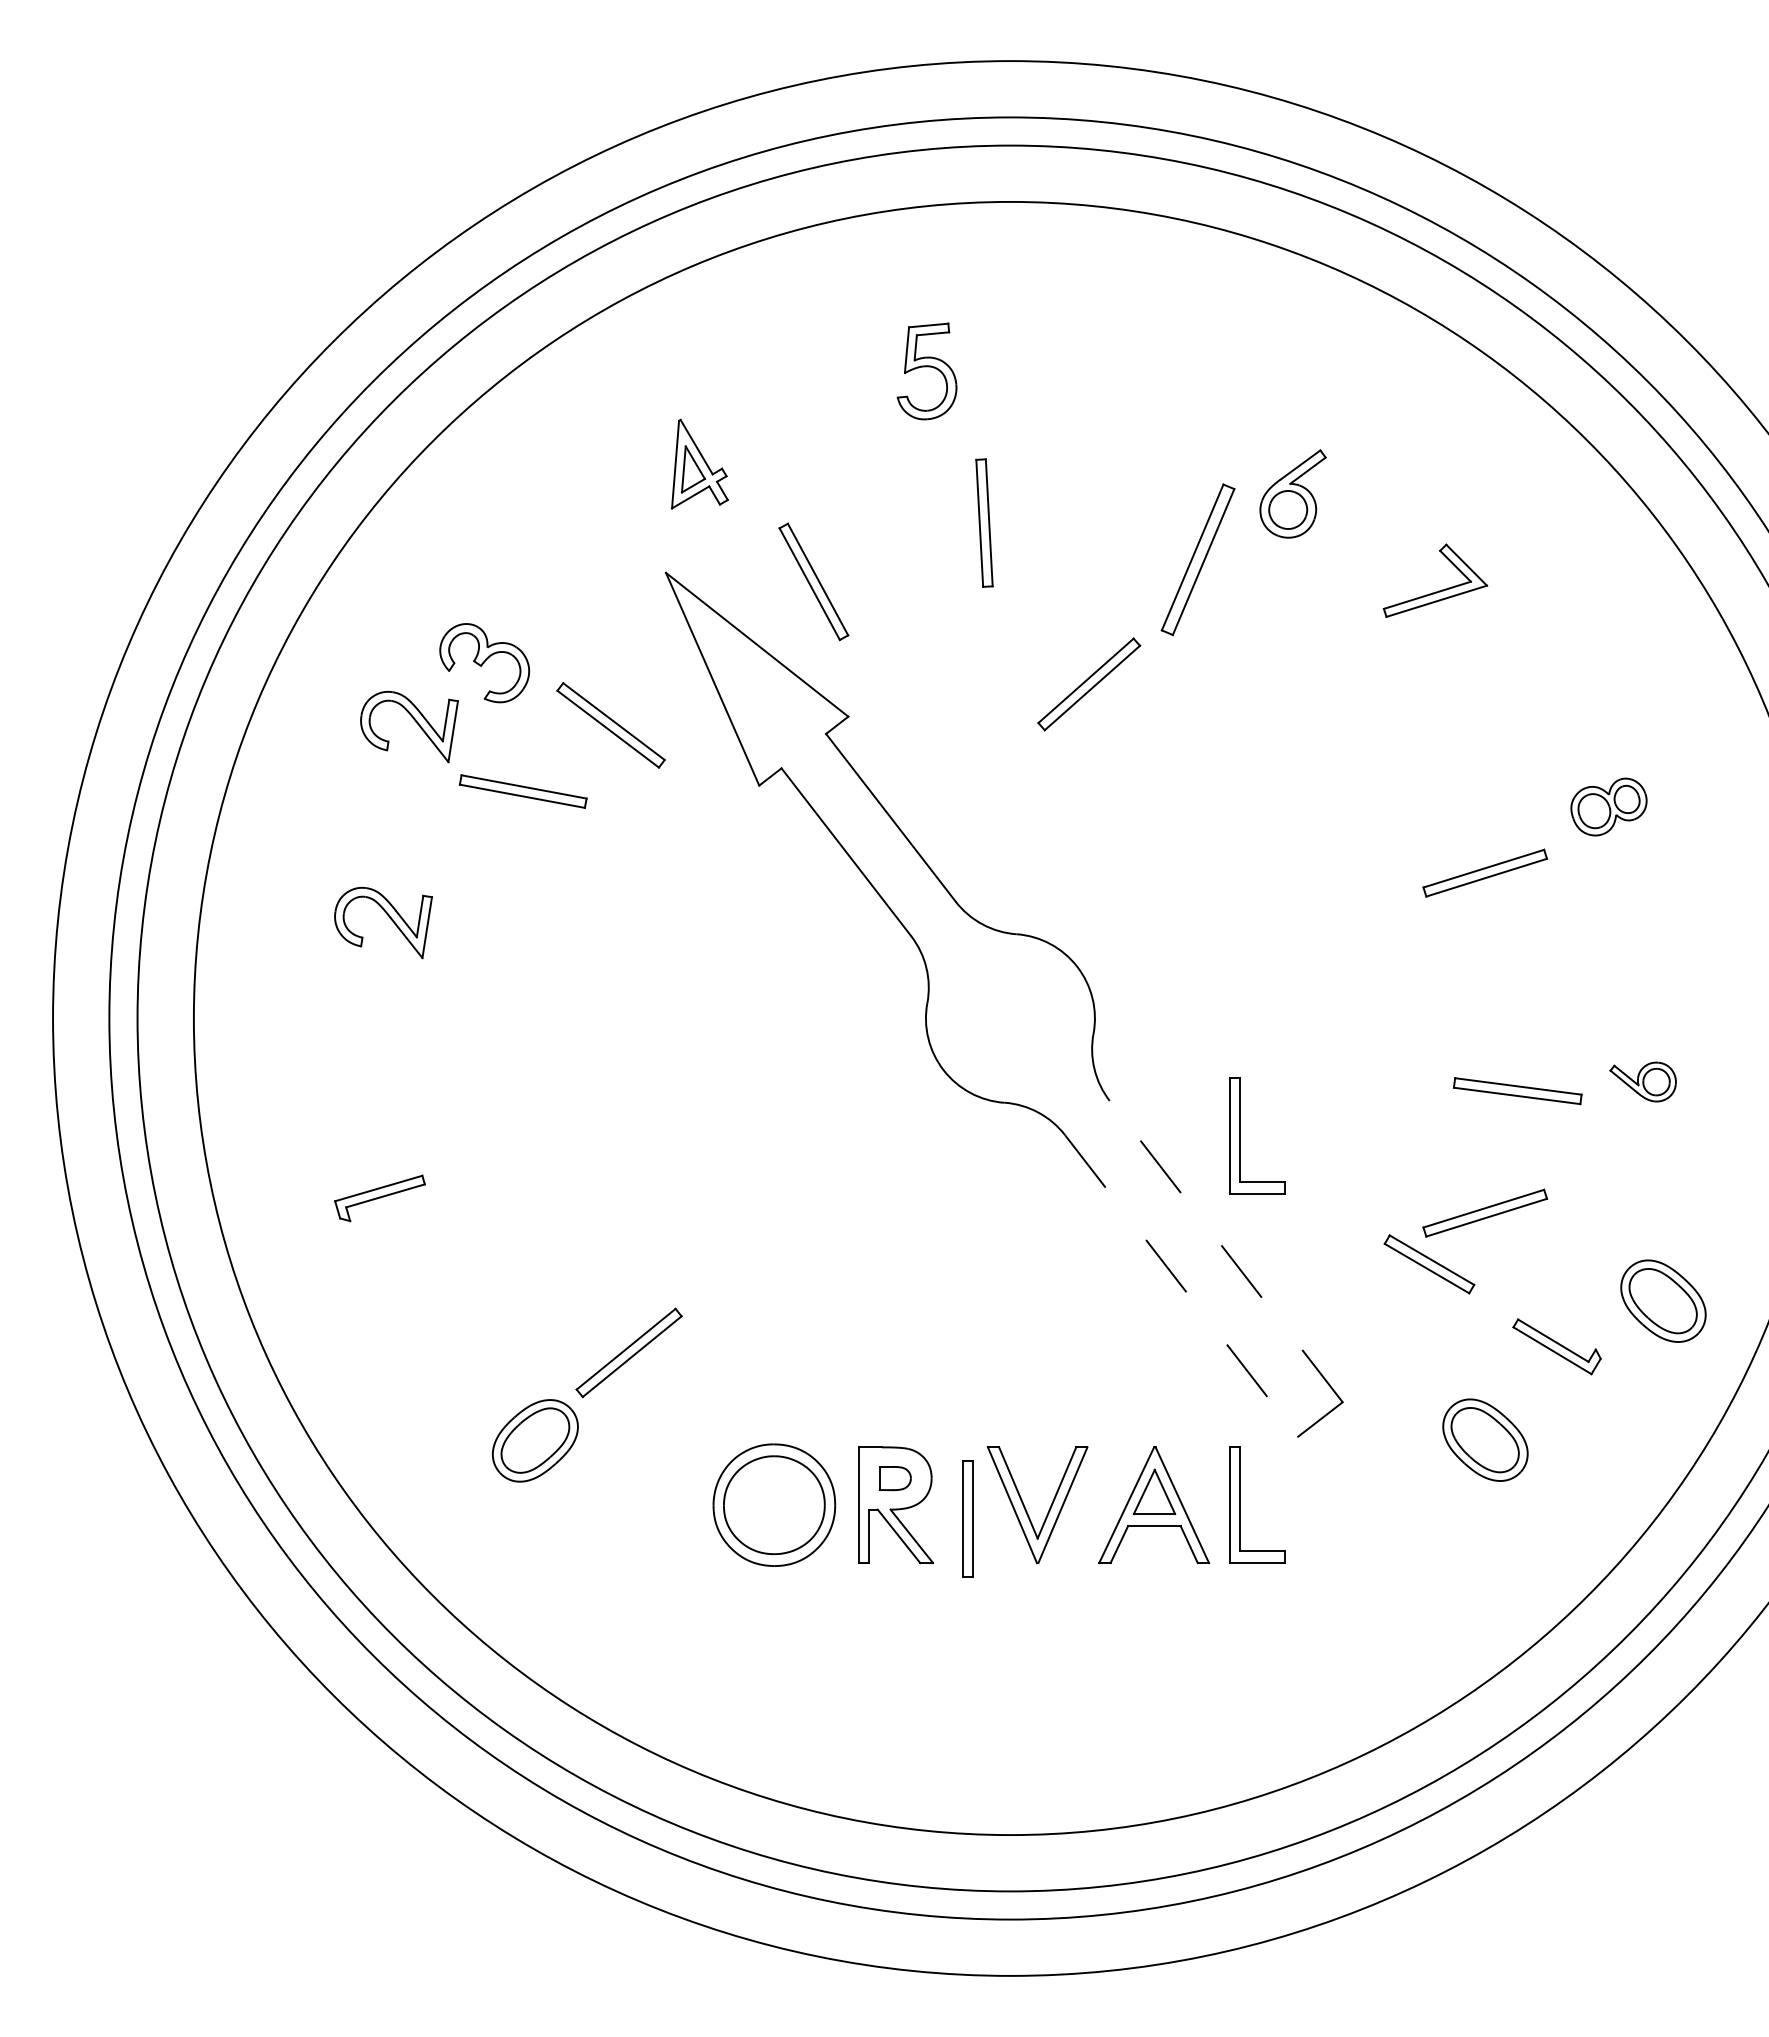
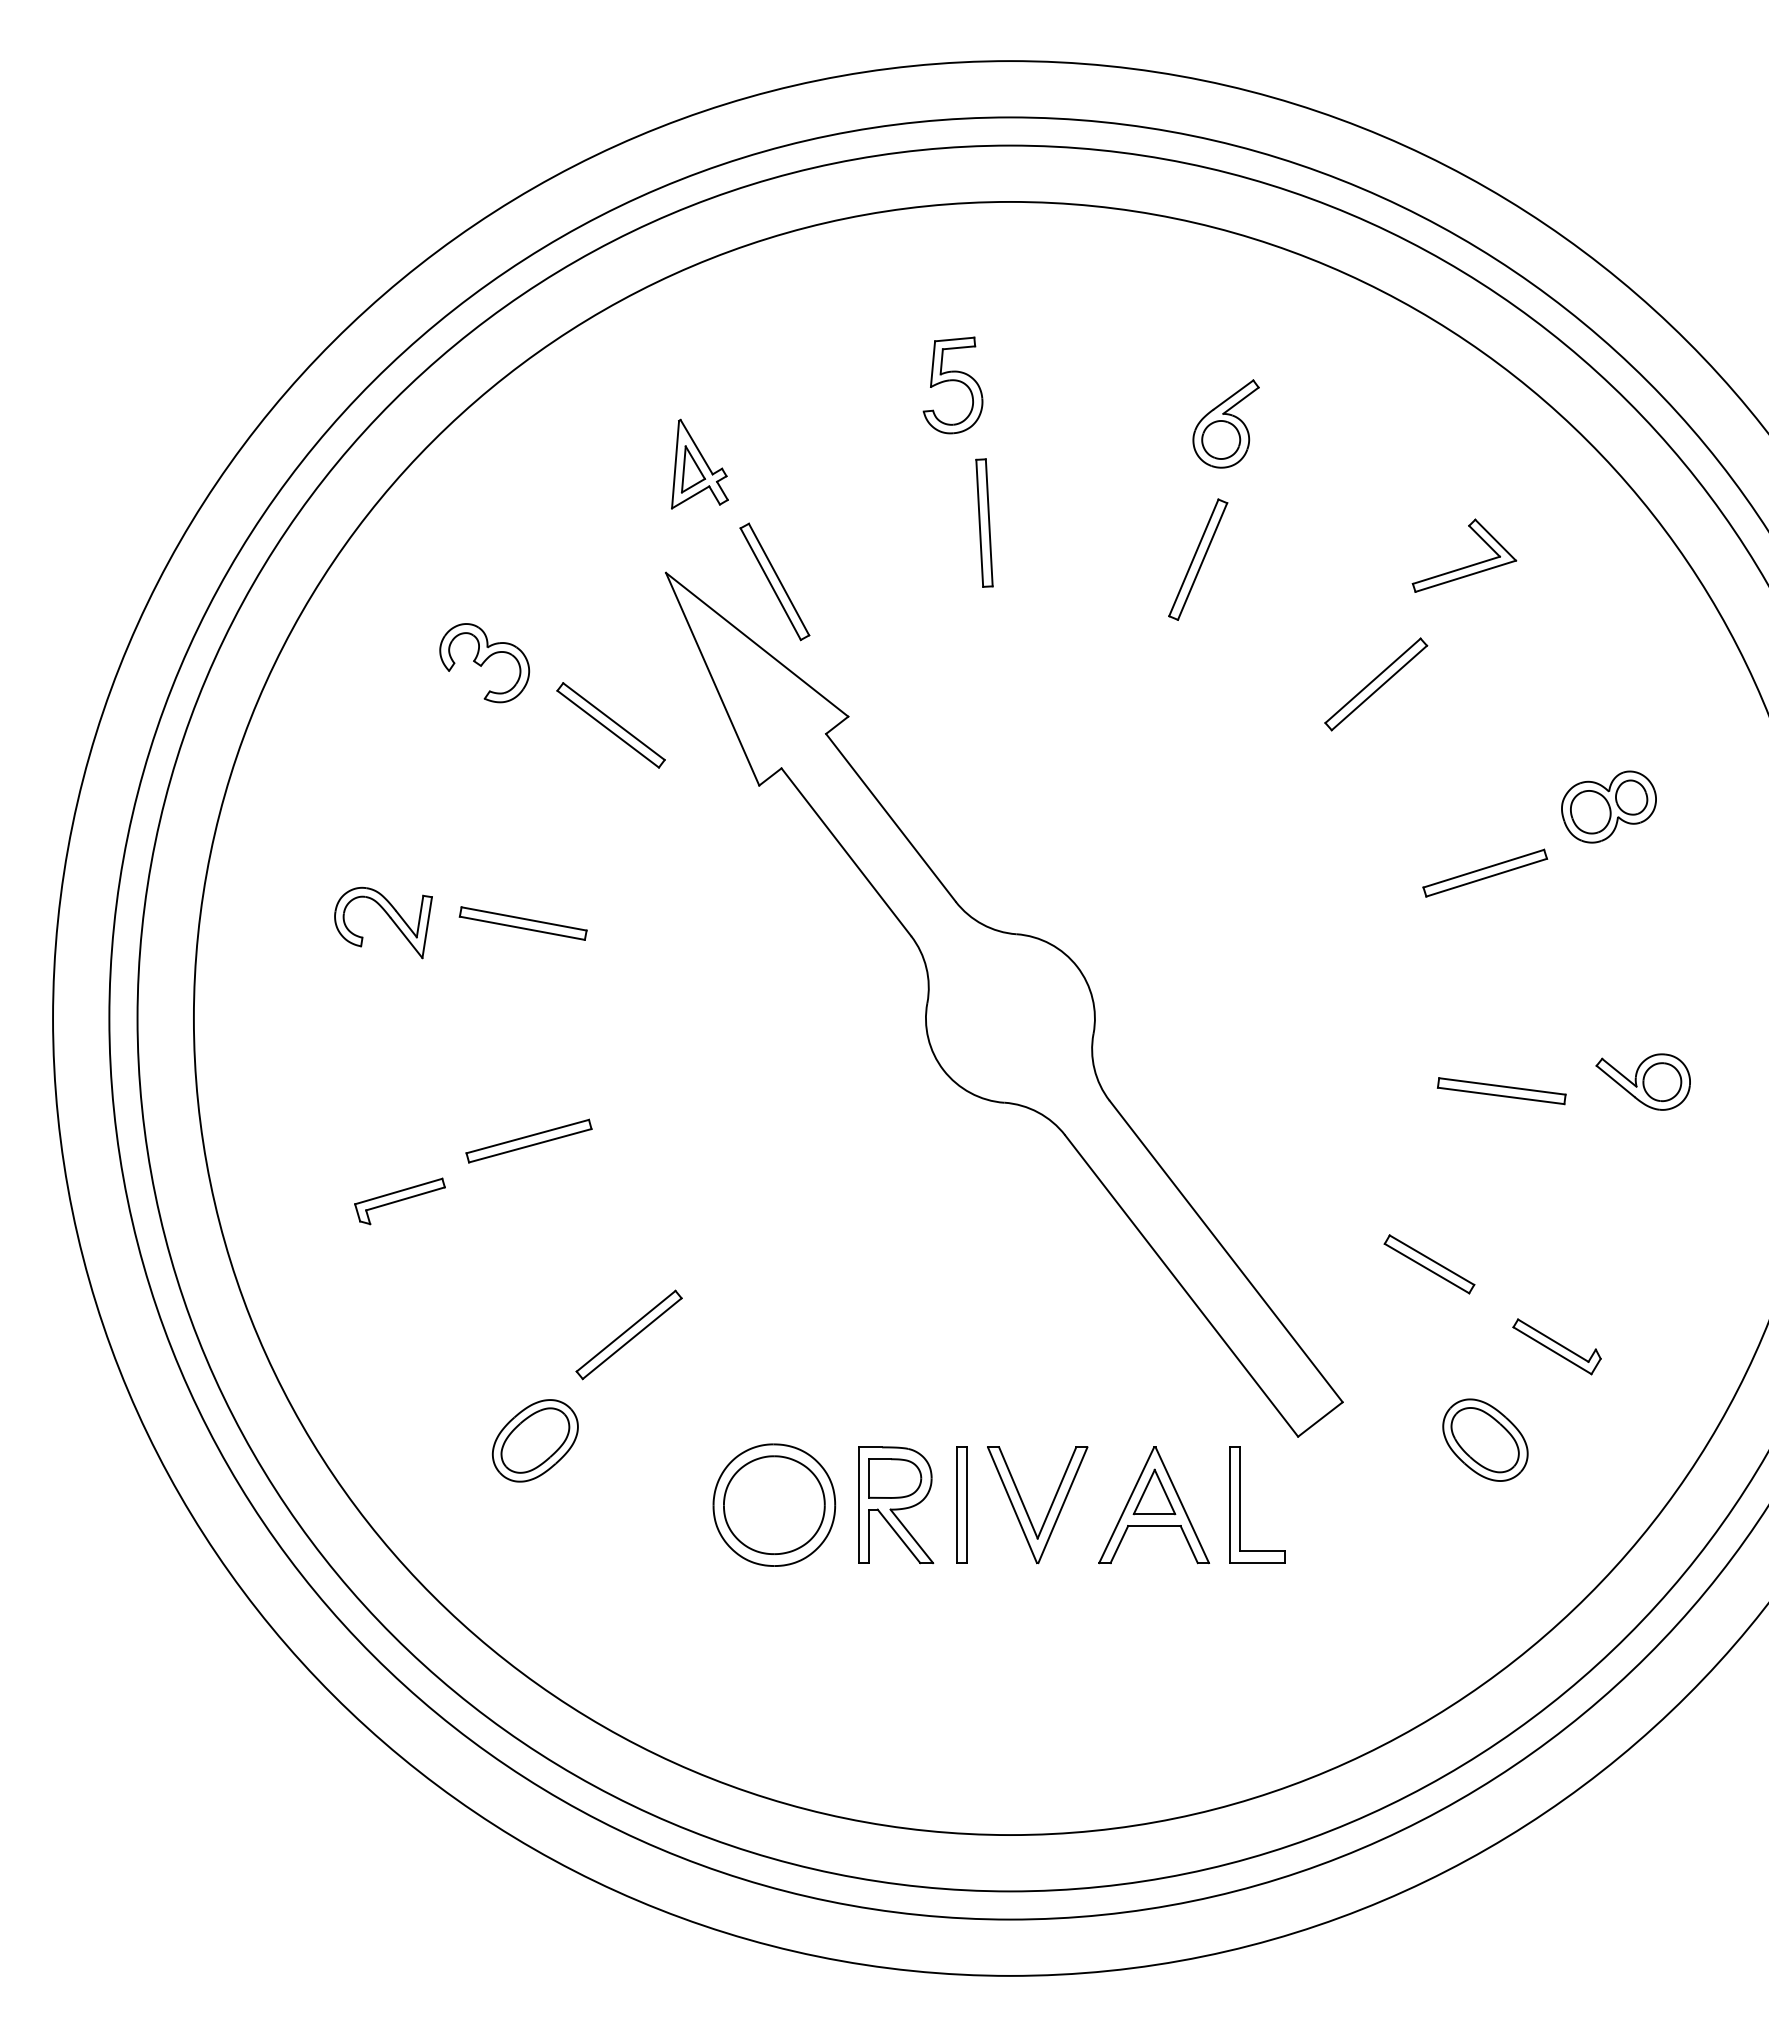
part at (926, 371) position: (926, 371) -> (952, 385)
part at (1292, 493) position: (1292, 493) -> (1225, 423)
part at (1197, 559) size: 76x154 px -> 61x123 px
part at (813, 581) position: (813, 581) -> (774, 581)
part at (1438, 590) position: (1438, 590) -> (1467, 565)
part at (1089, 684) position: (1089, 684) -> (1376, 684)
part at (415, 722): present -> none
part at (522, 791) position: (522, 791) -> (522, 923)
part at (1608, 806) size: 78x60 px -> 96x74 px
part at (1642, 1081) size: 68x42 px -> 96x58 px
part at (1517, 1091) position: (1517, 1091) -> (1501, 1091)
part at (1240, 1135): present -> none
part at (528, 1140): none -> present
part at (379, 1198) position: (379, 1198) -> (399, 1201)
part at (1485, 1212): present -> none
line at (1225, 1251): dashed -> solid
line at (1181, 1286): dashed -> solid
part at (1663, 1300): present -> none
part at (628, 1352) position: (628, 1352) -> (628, 1334)
part at (894, 1478) size: 34x26 px -> 55x41 px
part at (967, 1518) position: (967, 1518) -> (961, 1504)
